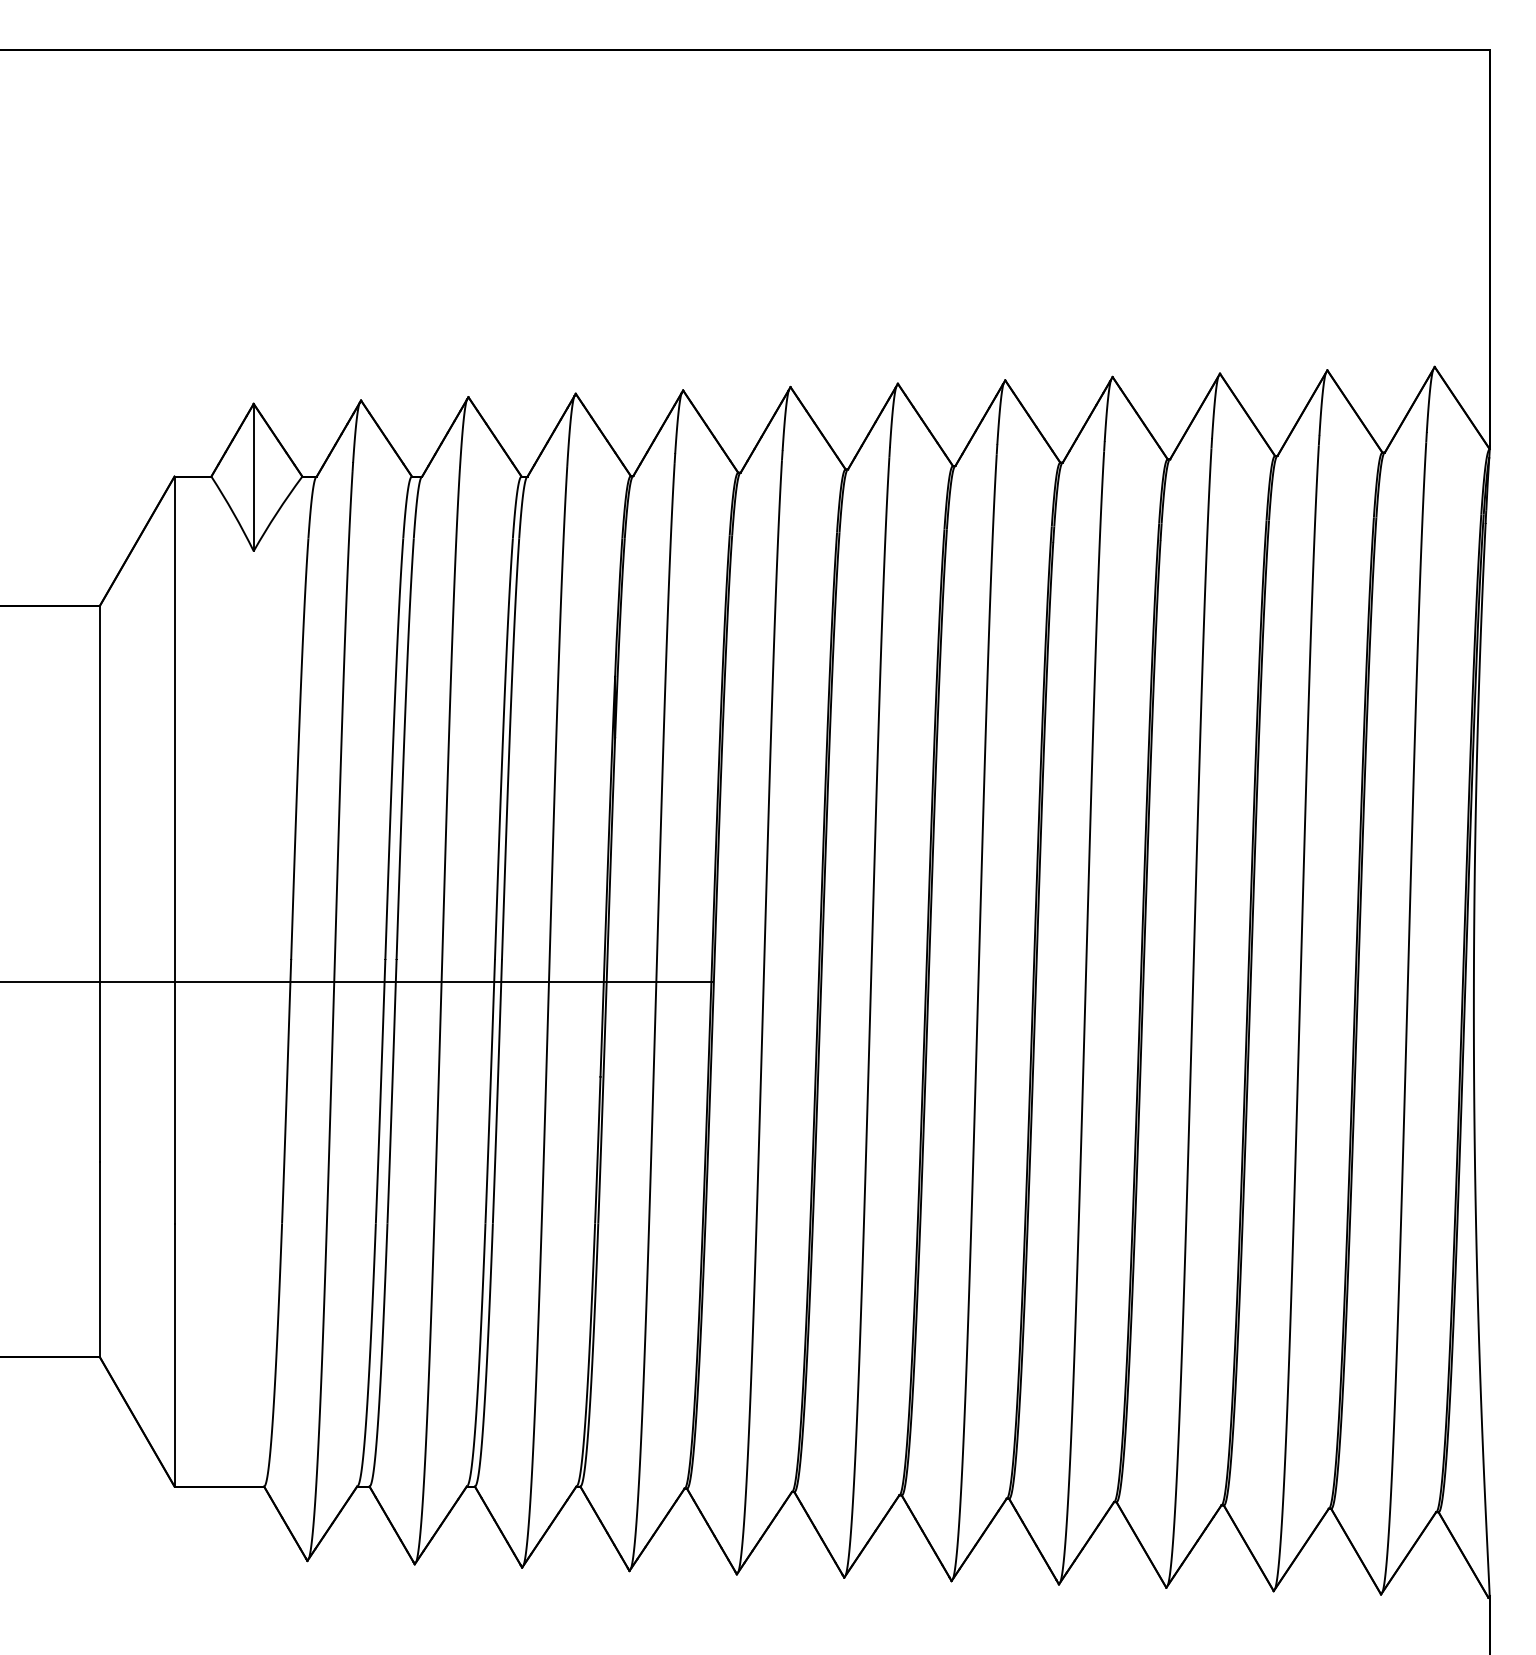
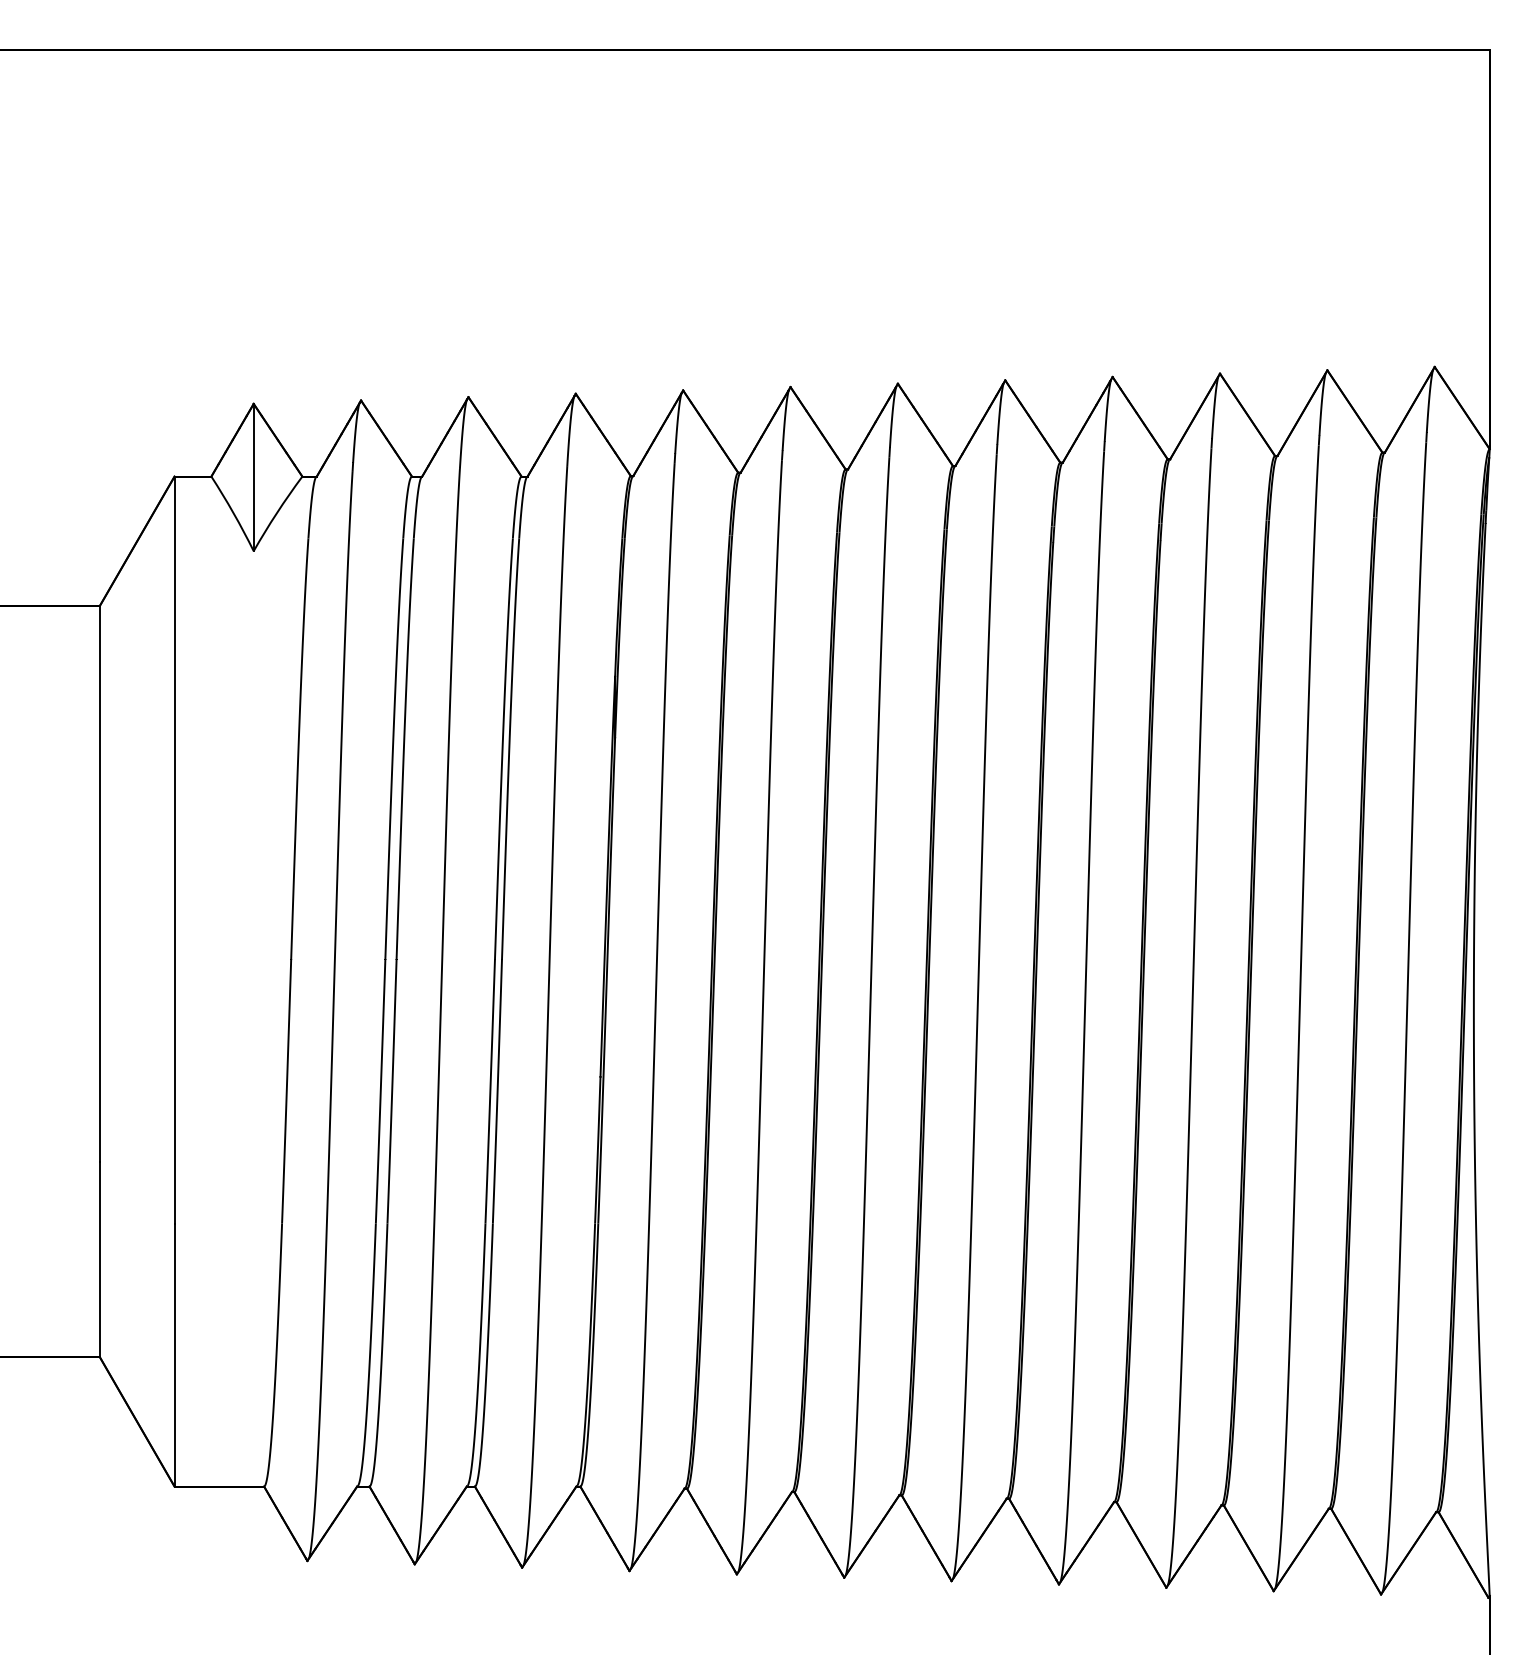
line at (357, 981): present -> none
